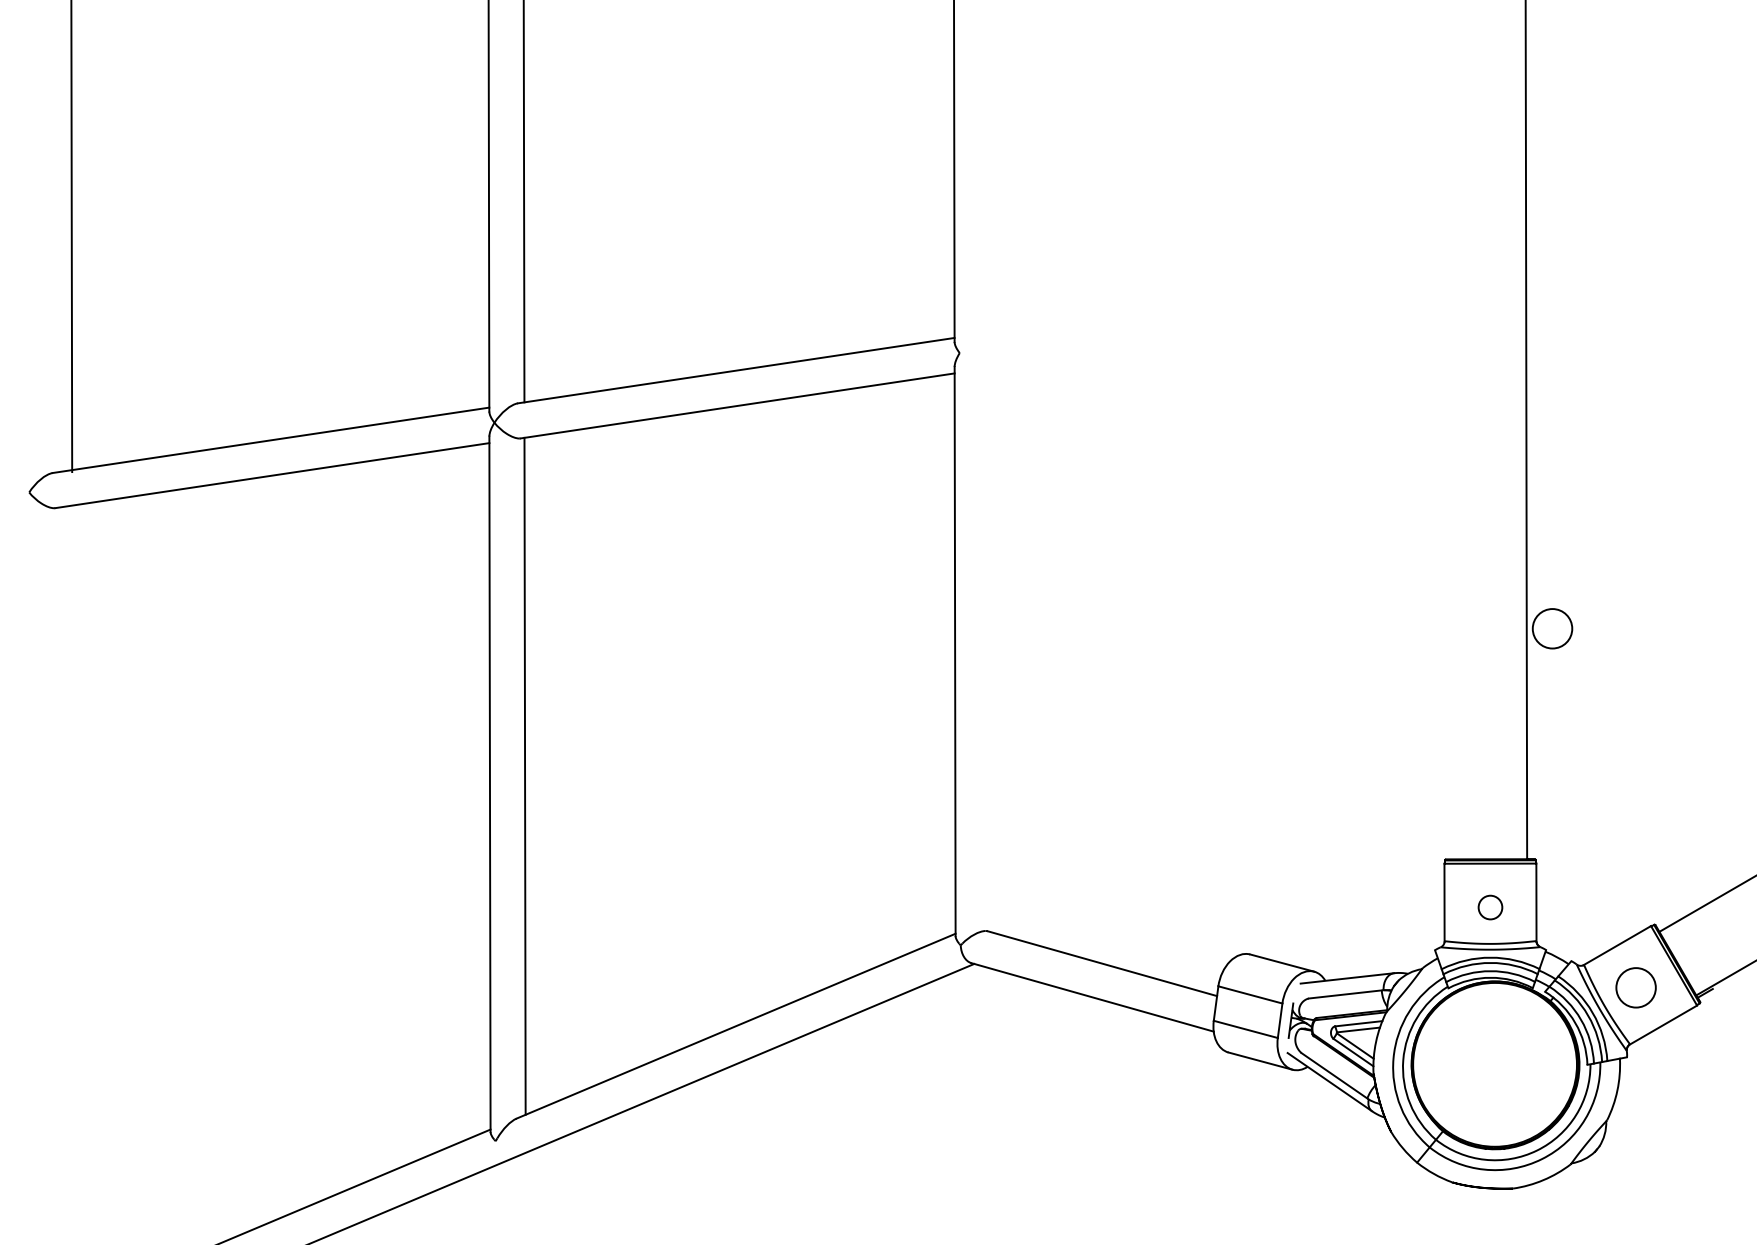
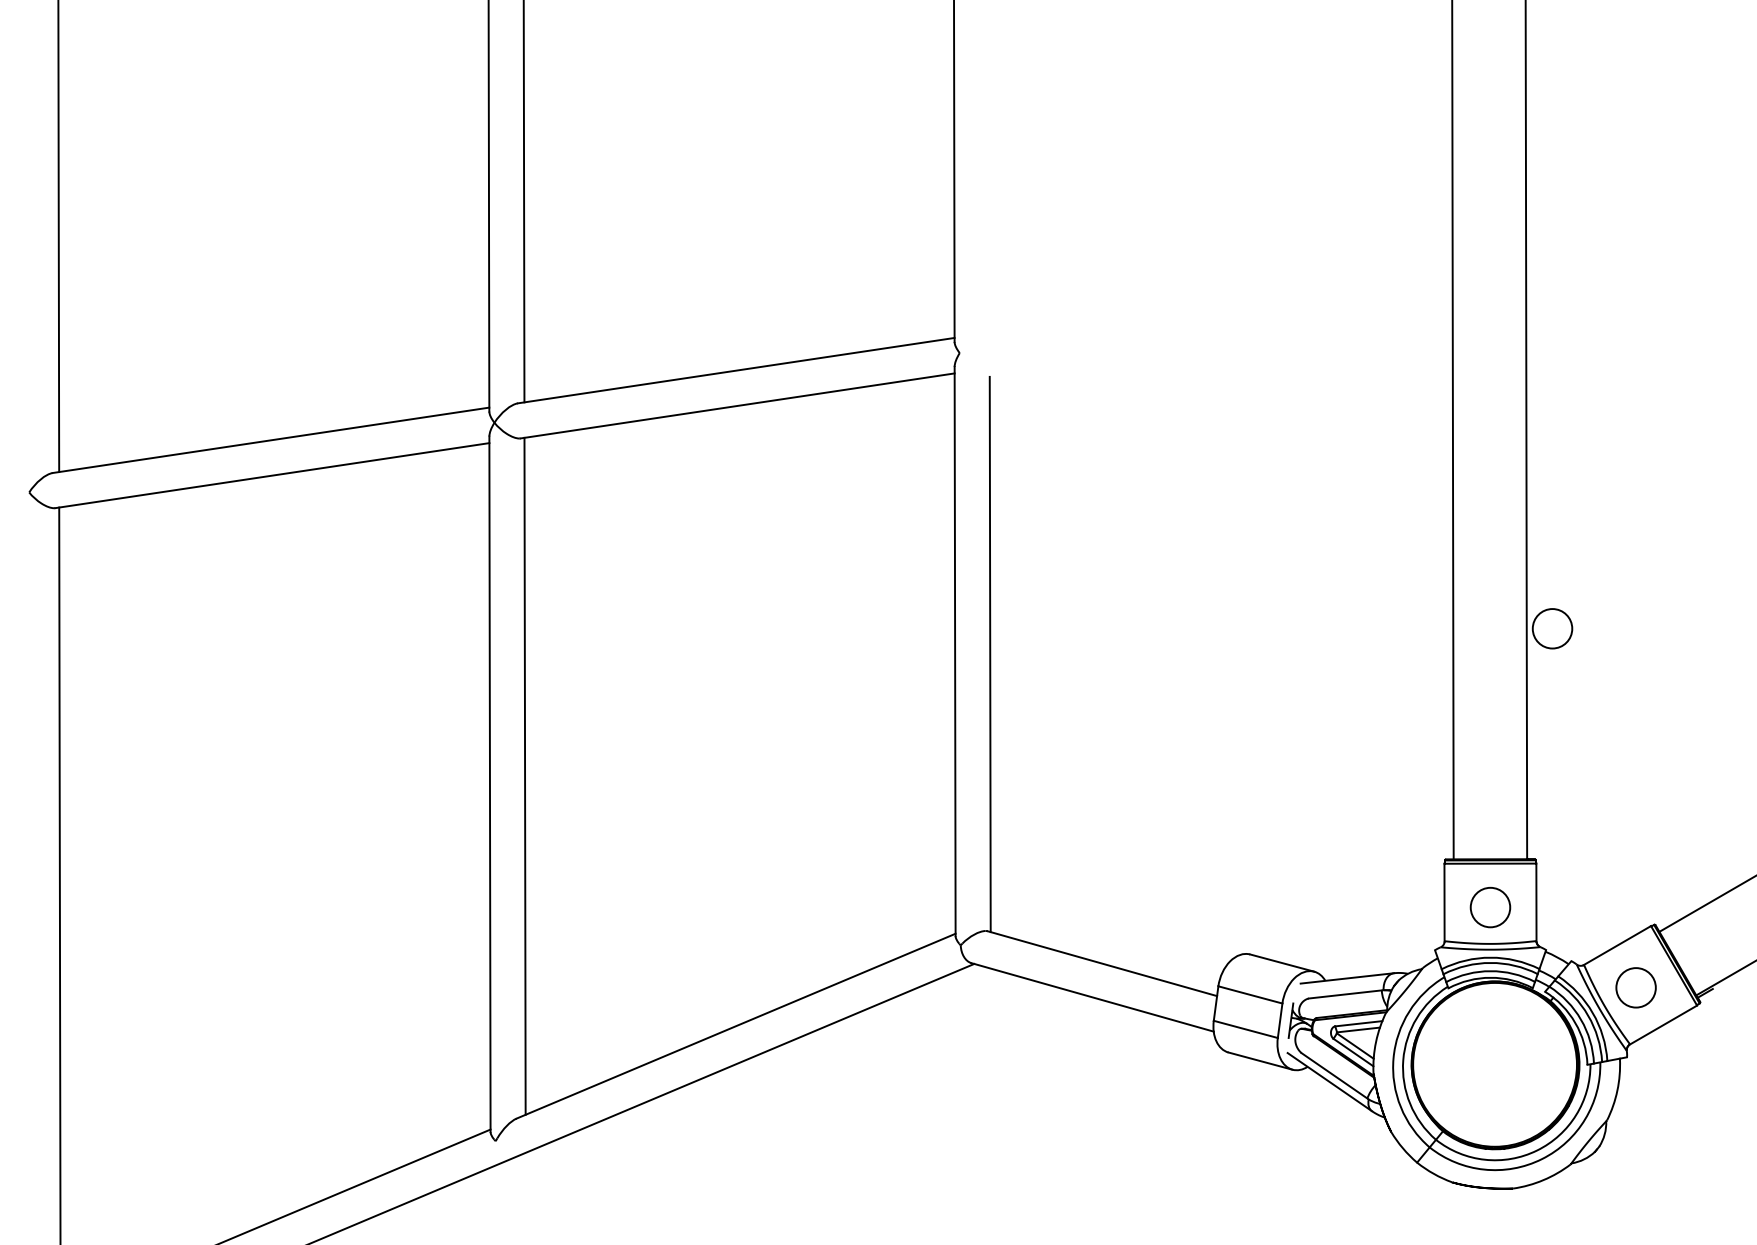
line at (71, 237) position: (71, 237) -> (58, 237)
line at (1452, 430): none -> present
line at (989, 654): none -> present
line at (59, 874): none -> present
circle at (1490, 907) diameter: 24 px -> 39 px
